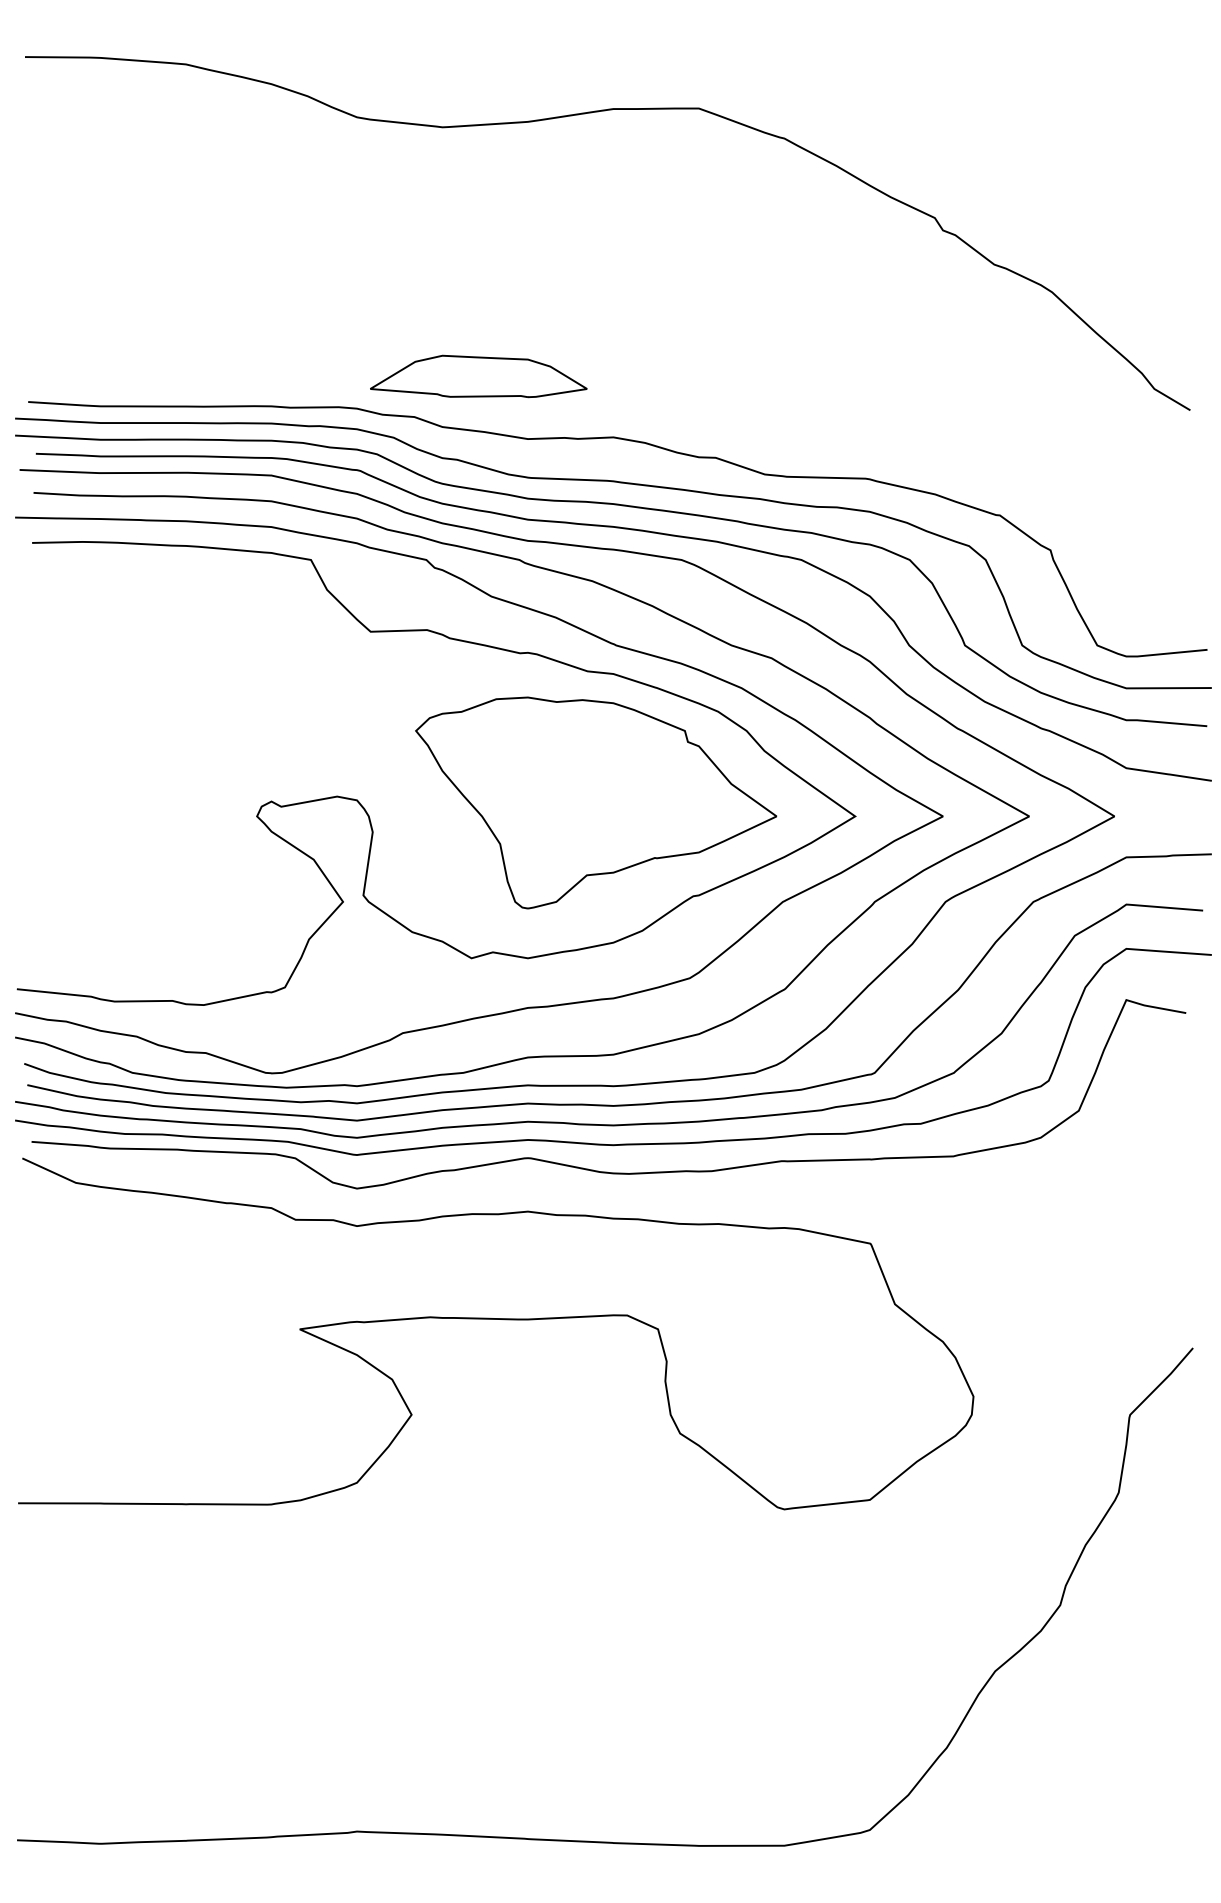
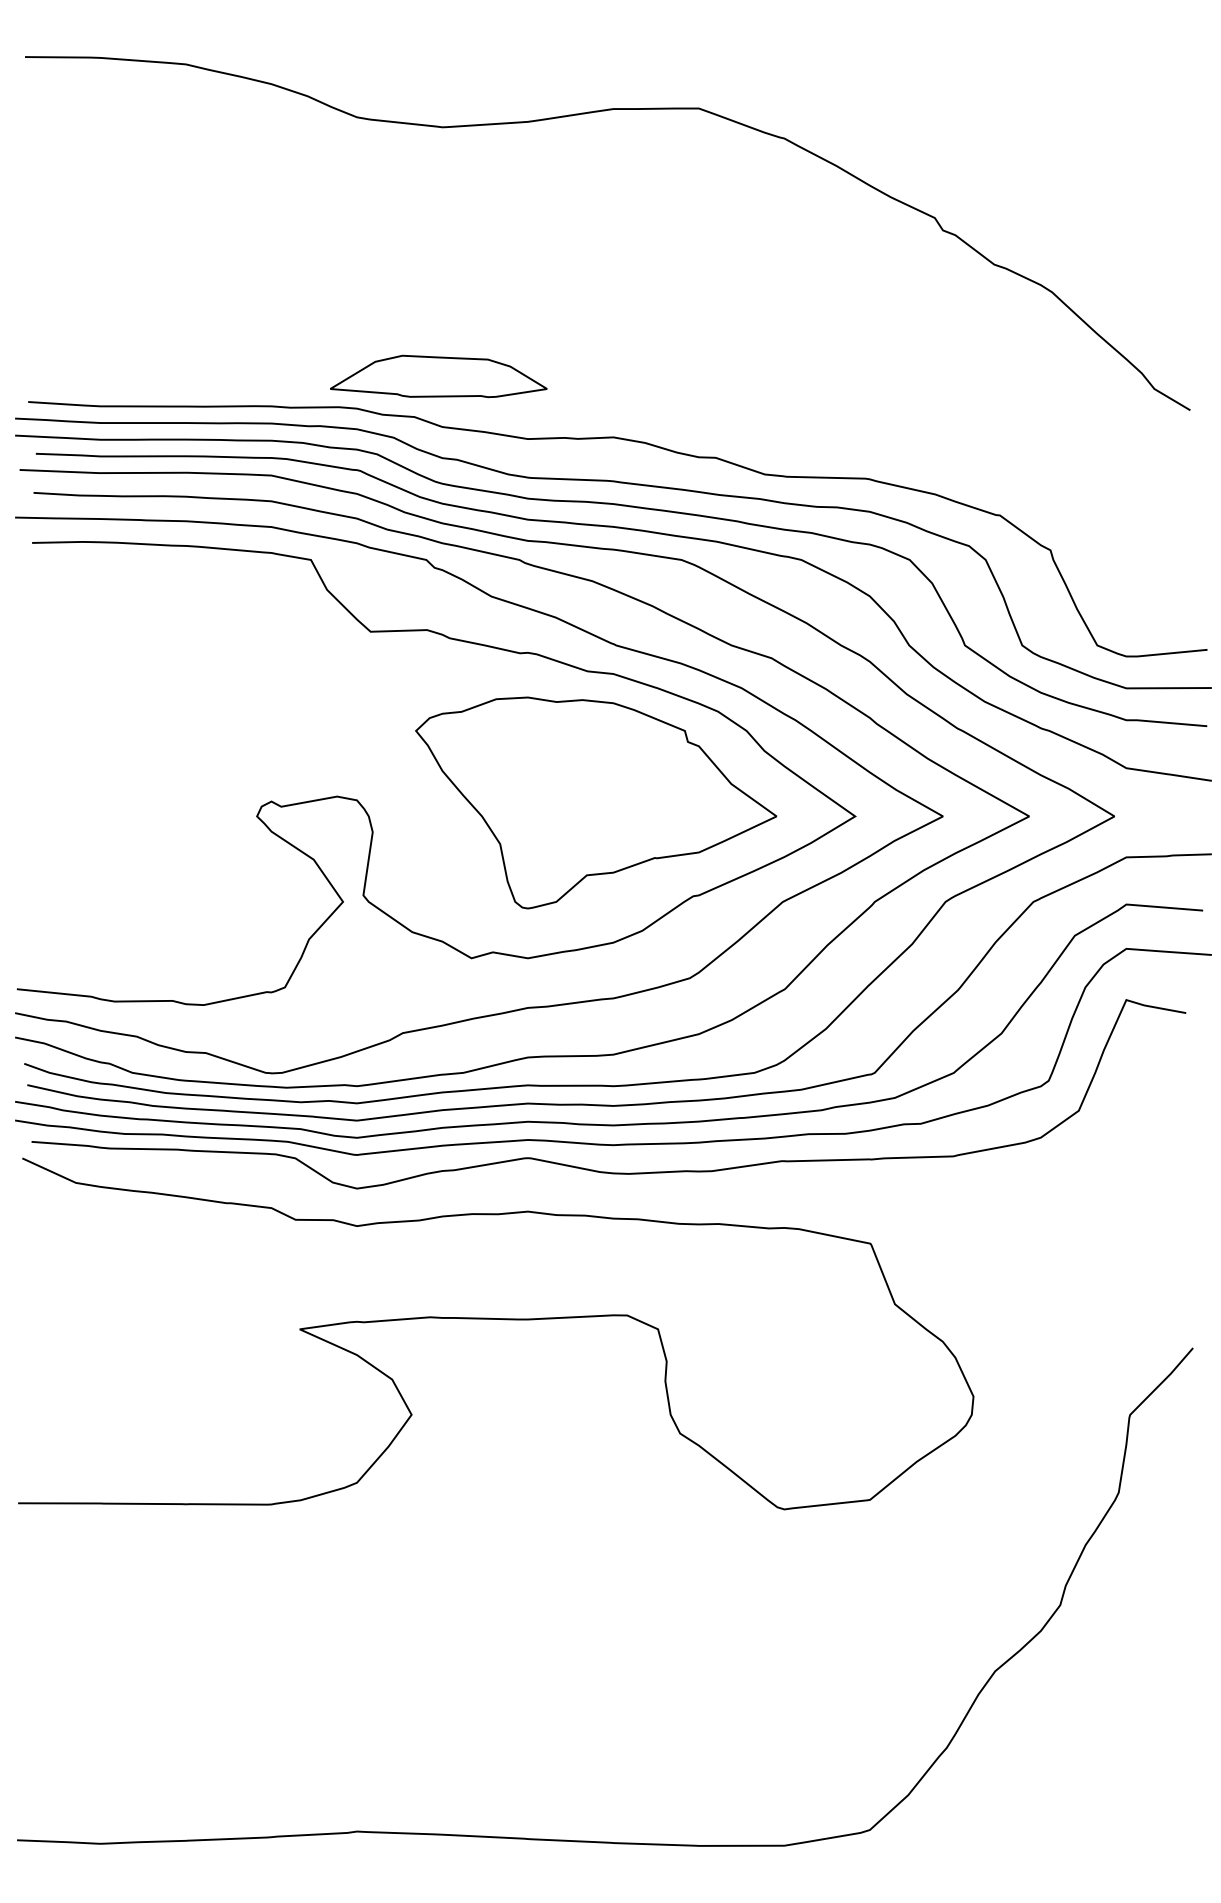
part at (478, 376) position: (478, 376) -> (438, 376)
